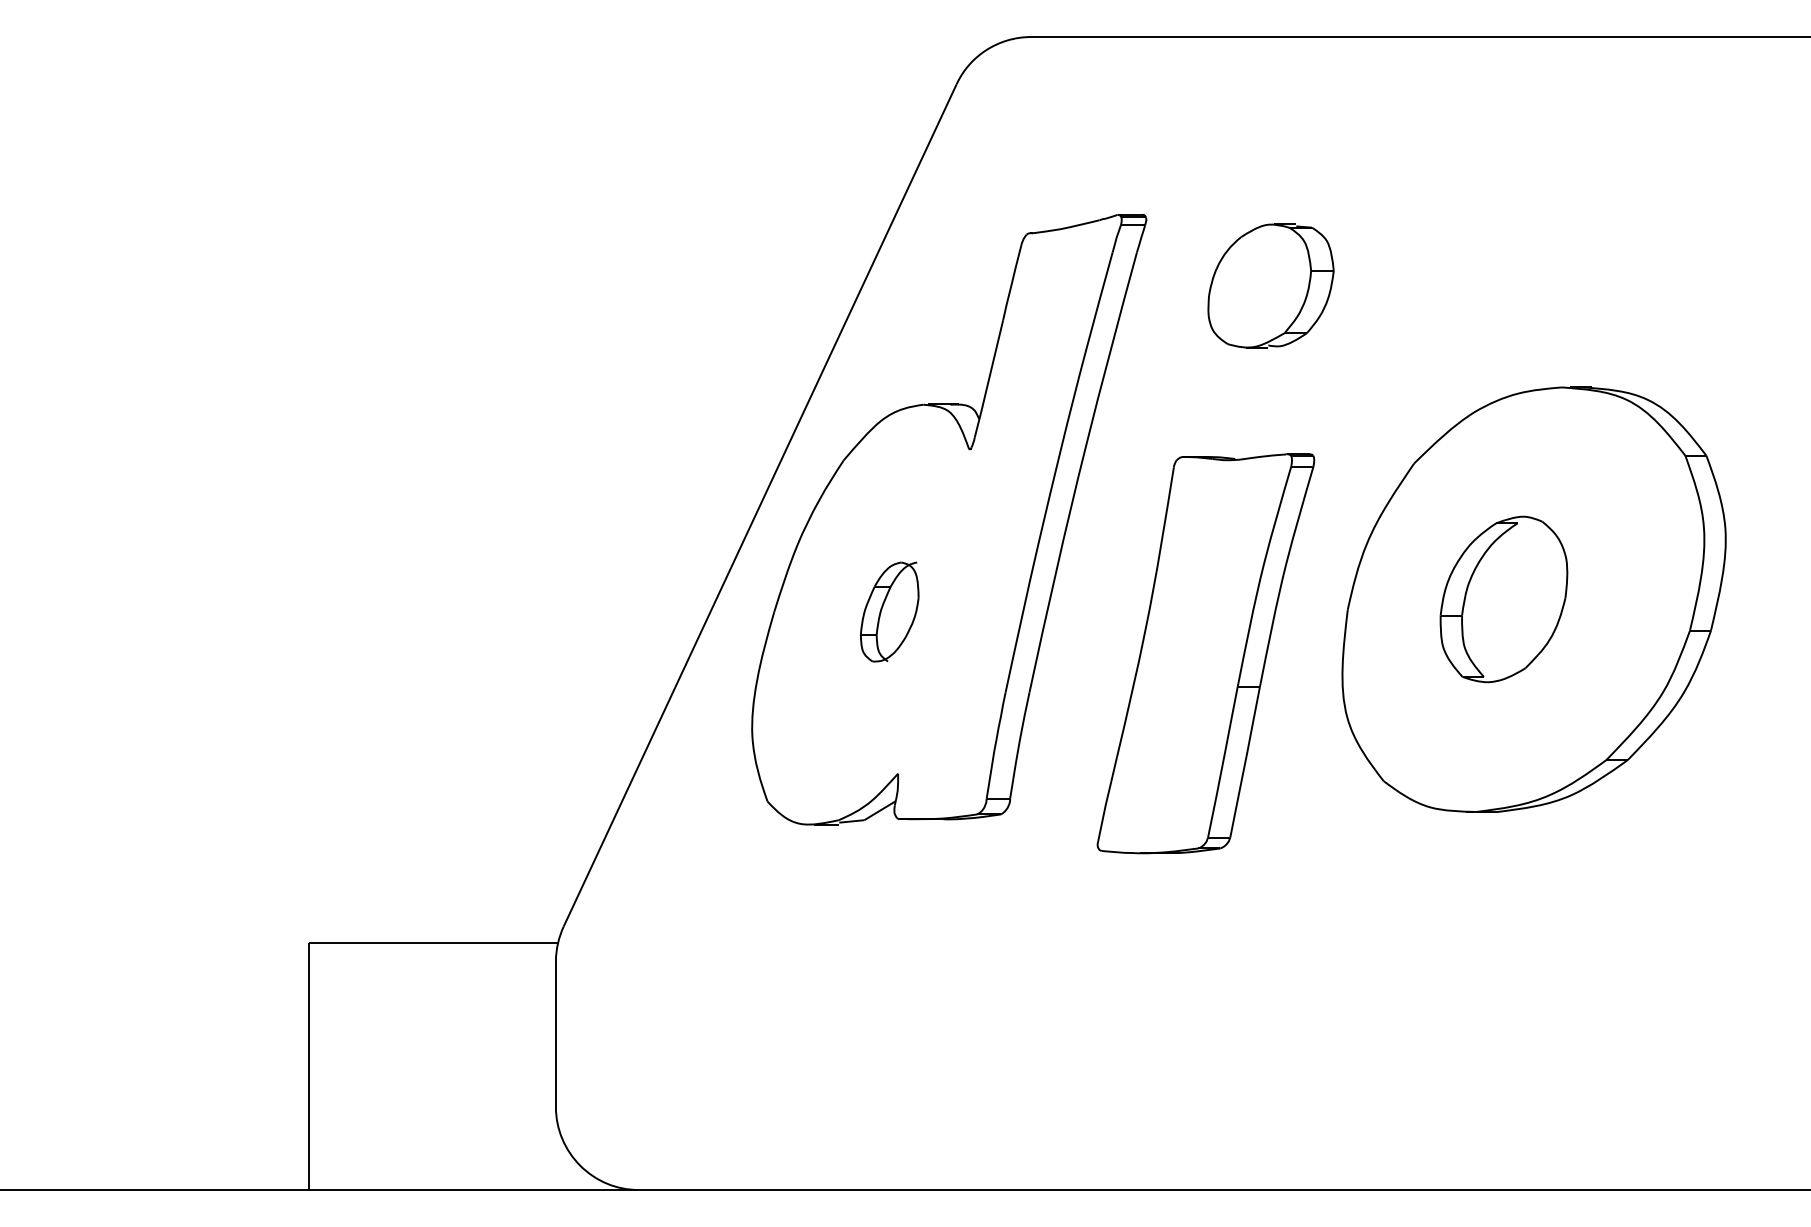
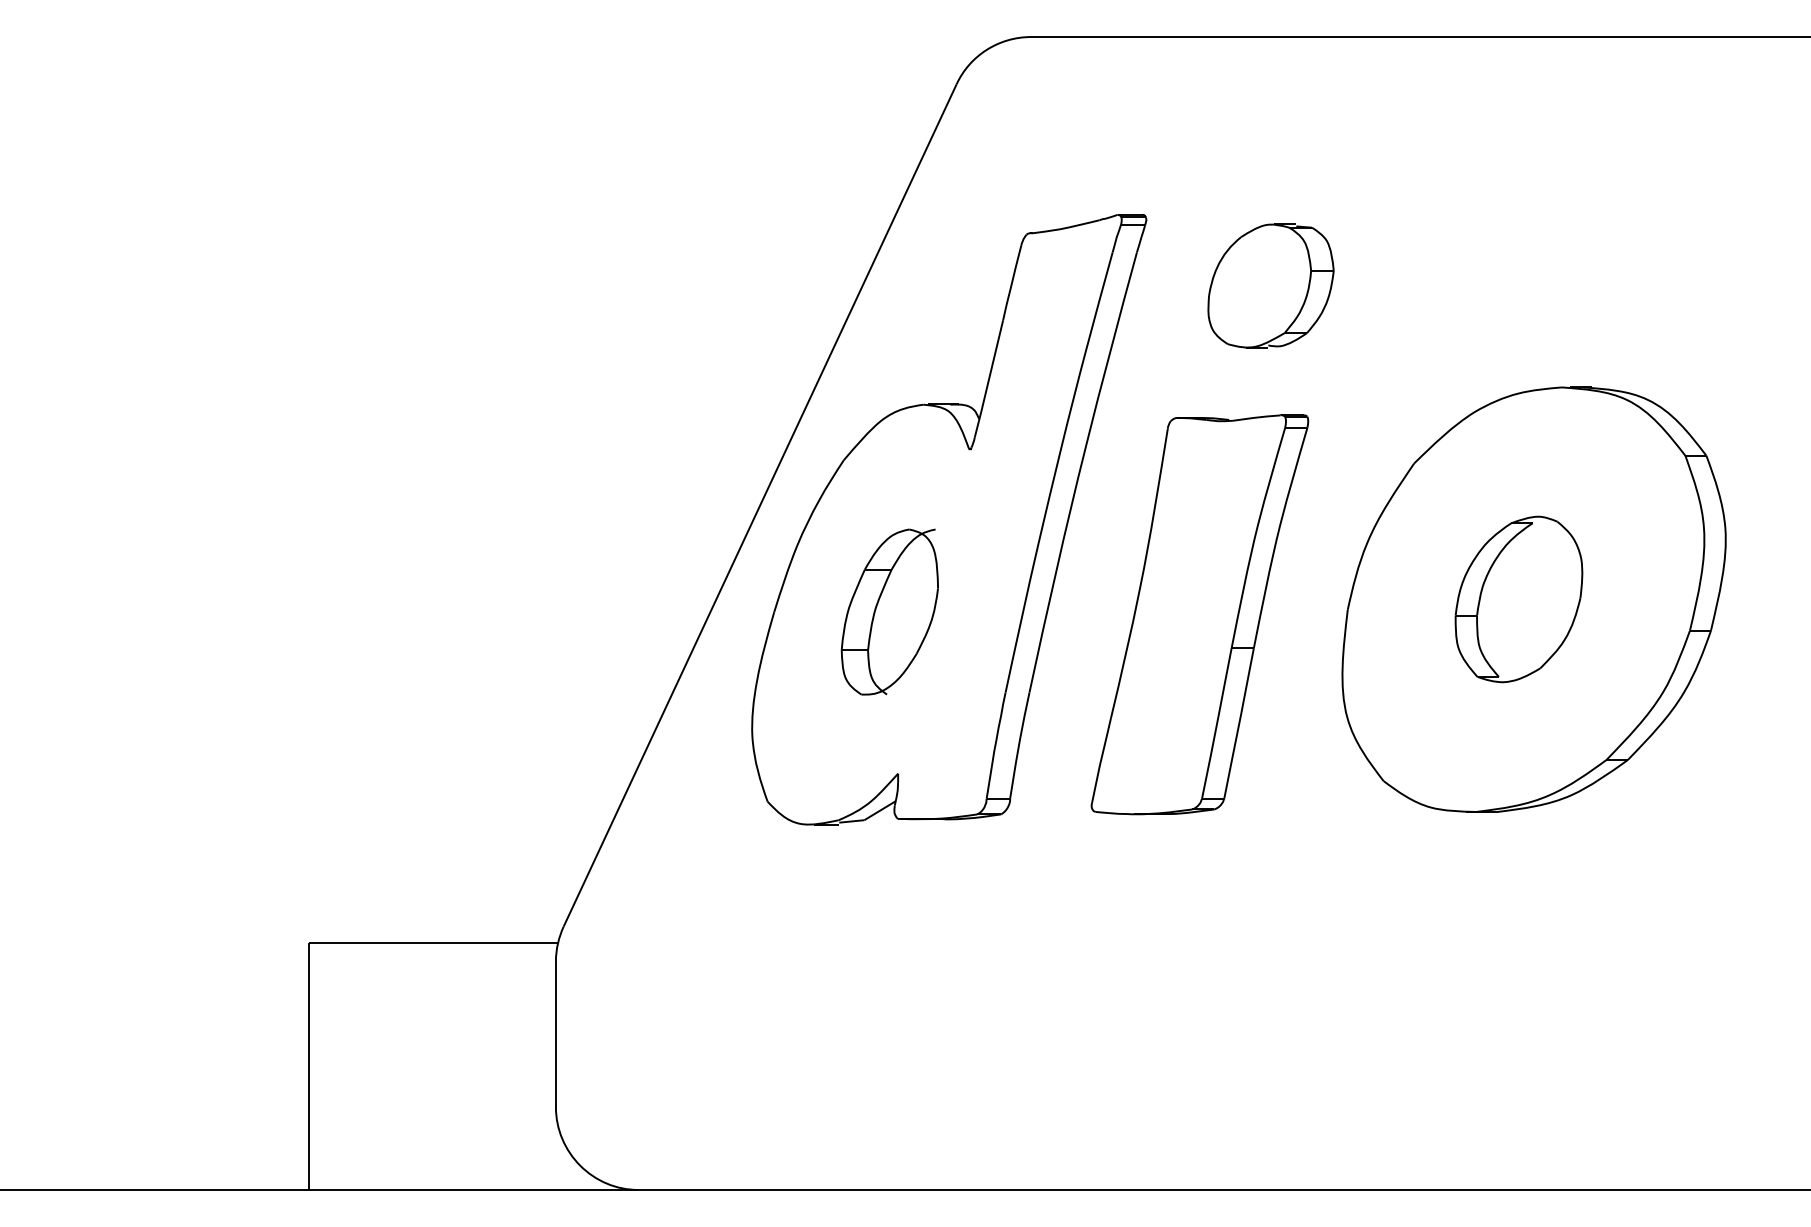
part at (1503, 599) position: (1503, 599) -> (1518, 599)
part at (889, 611) size: 60x102 px -> 99x168 px
part at (1205, 653) position: (1205, 653) -> (1199, 614)
